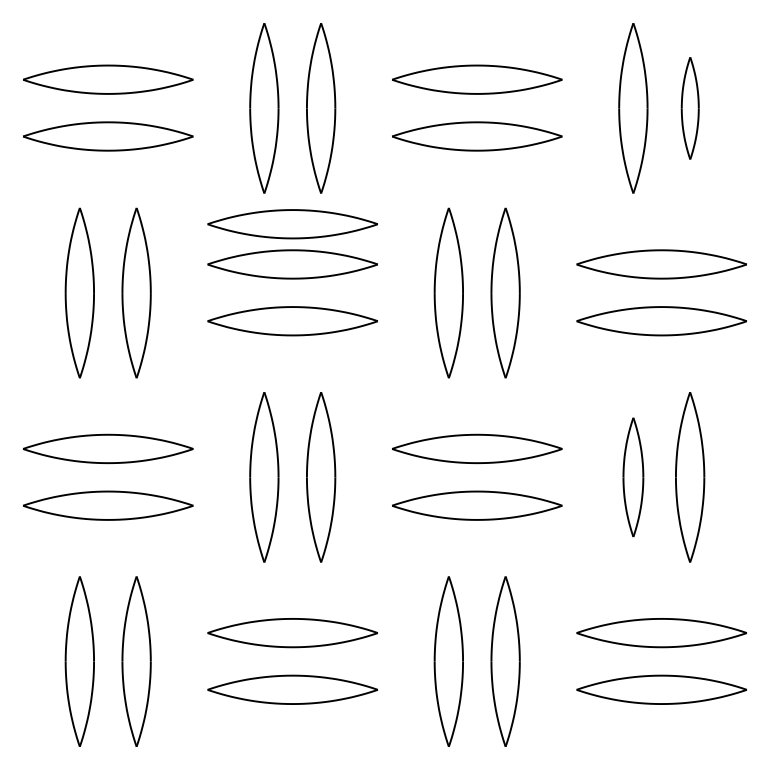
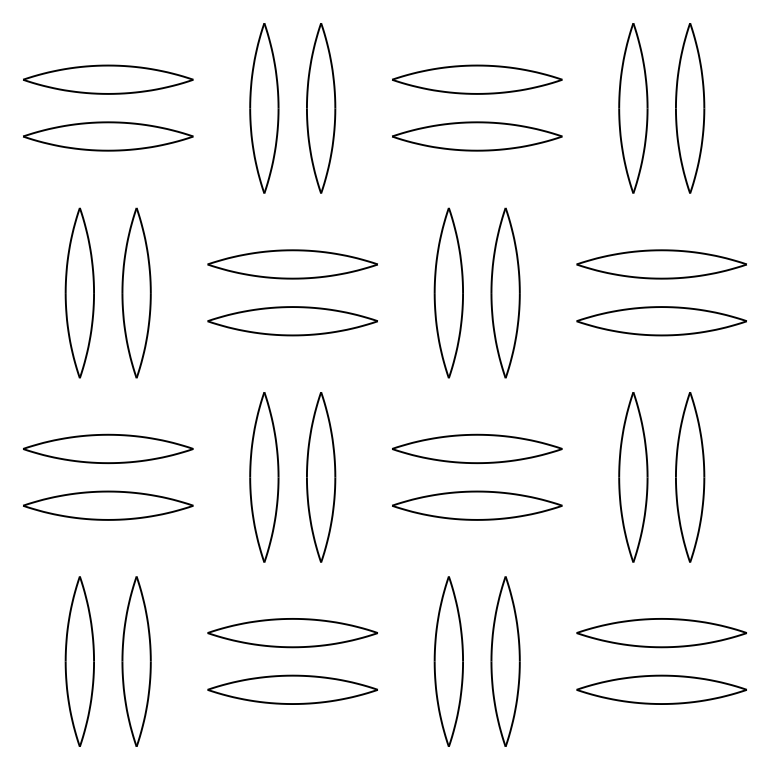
part at (689, 108) size: 20x103 px -> 31x171 px
part at (292, 224): present -> none
part at (633, 477) size: 23x121 px -> 31x171 px
